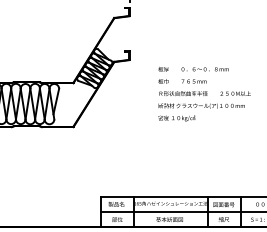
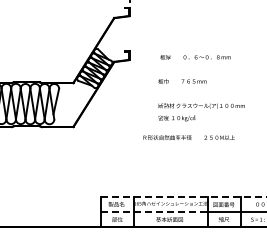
text at (193, 69) position: (193, 69) -> (195, 57)
text at (204, 93) position: (204, 93) -> (188, 137)
line at (183, 196): solid -> dashed
line at (154, 211): solid -> dashed
